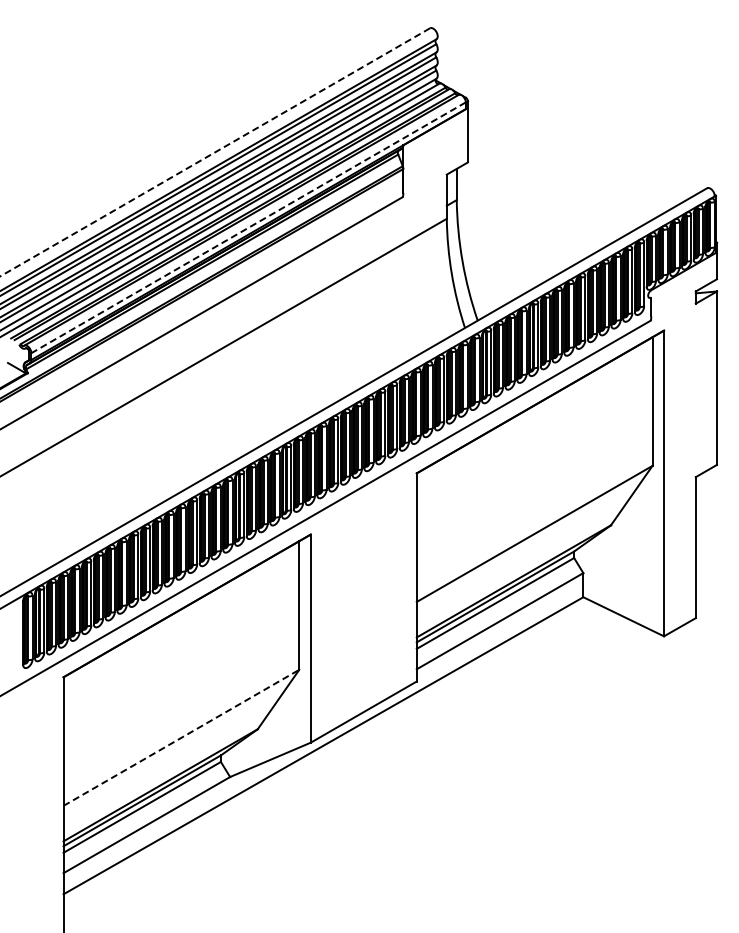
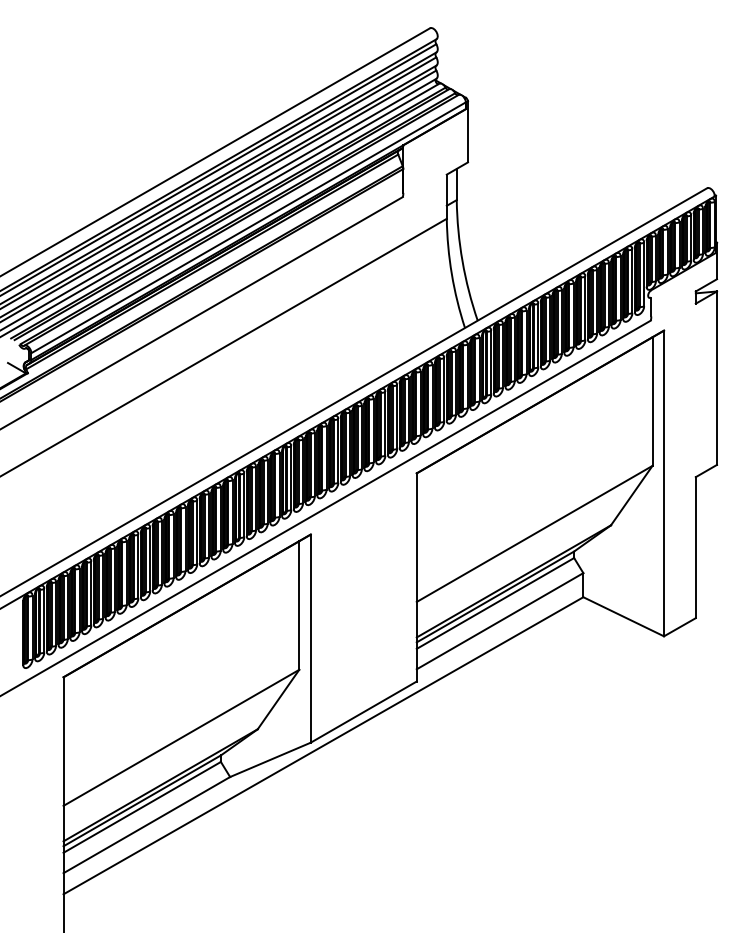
line at (215, 152): dashed -> solid
line at (248, 227): dashed -> solid
line at (181, 737): dashed -> solid
